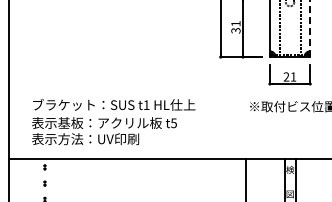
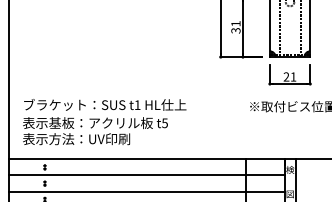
line at (310, 28): dashed -> solid
text at (113, 122) position: (113, 122) -> (104, 122)
line at (146, 175): none -> present
line at (146, 191): none -> present
